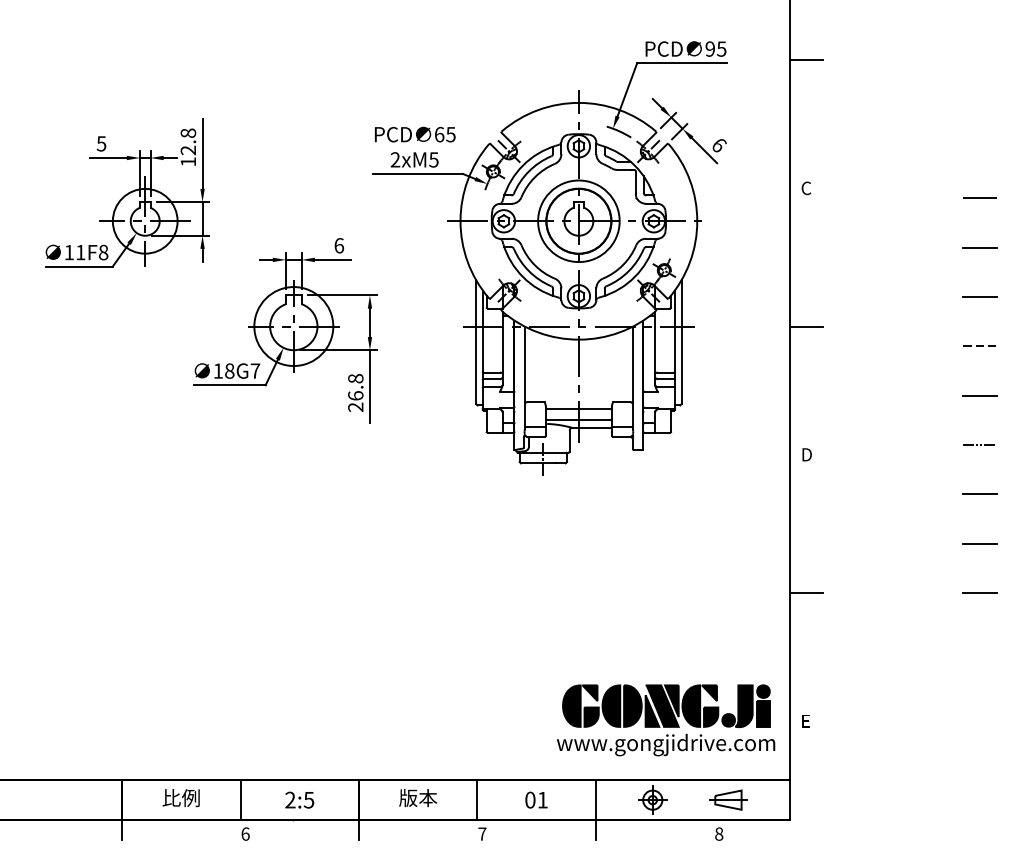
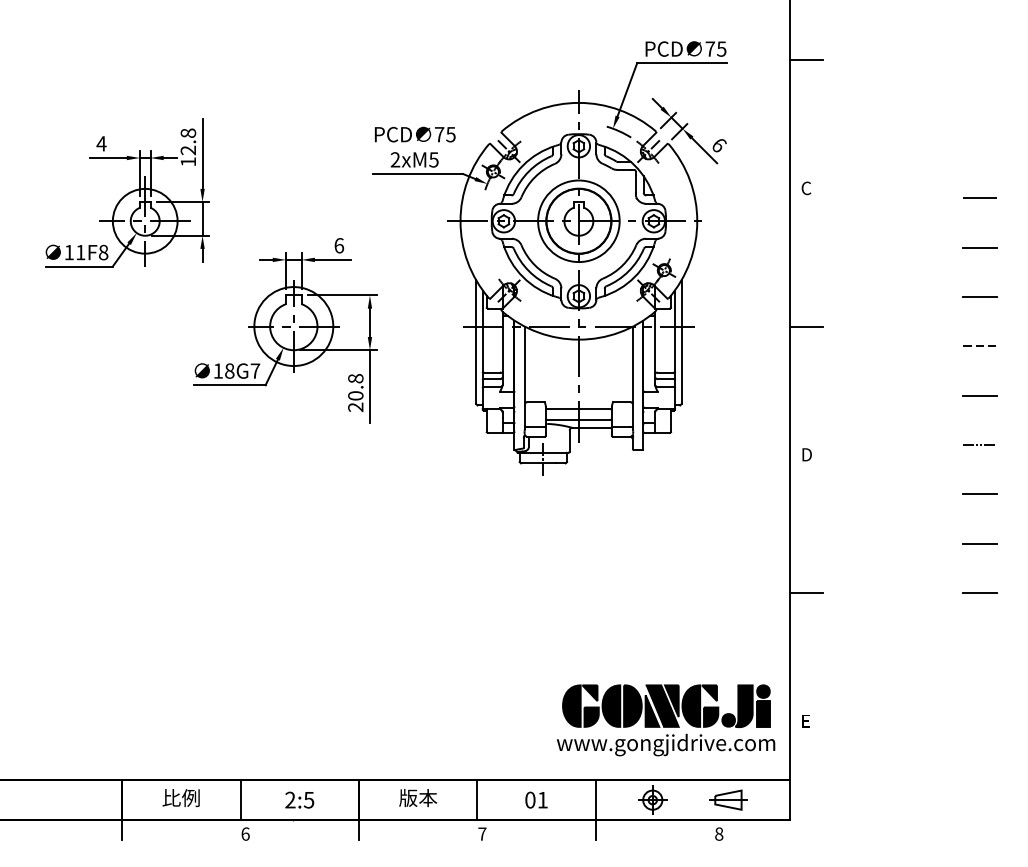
text at (710, 48): 95 -> 75
text at (439, 134): 65 -> 75
text at (101, 143): 5 -> 4
text at (355, 395): 26.8 -> 20.8
